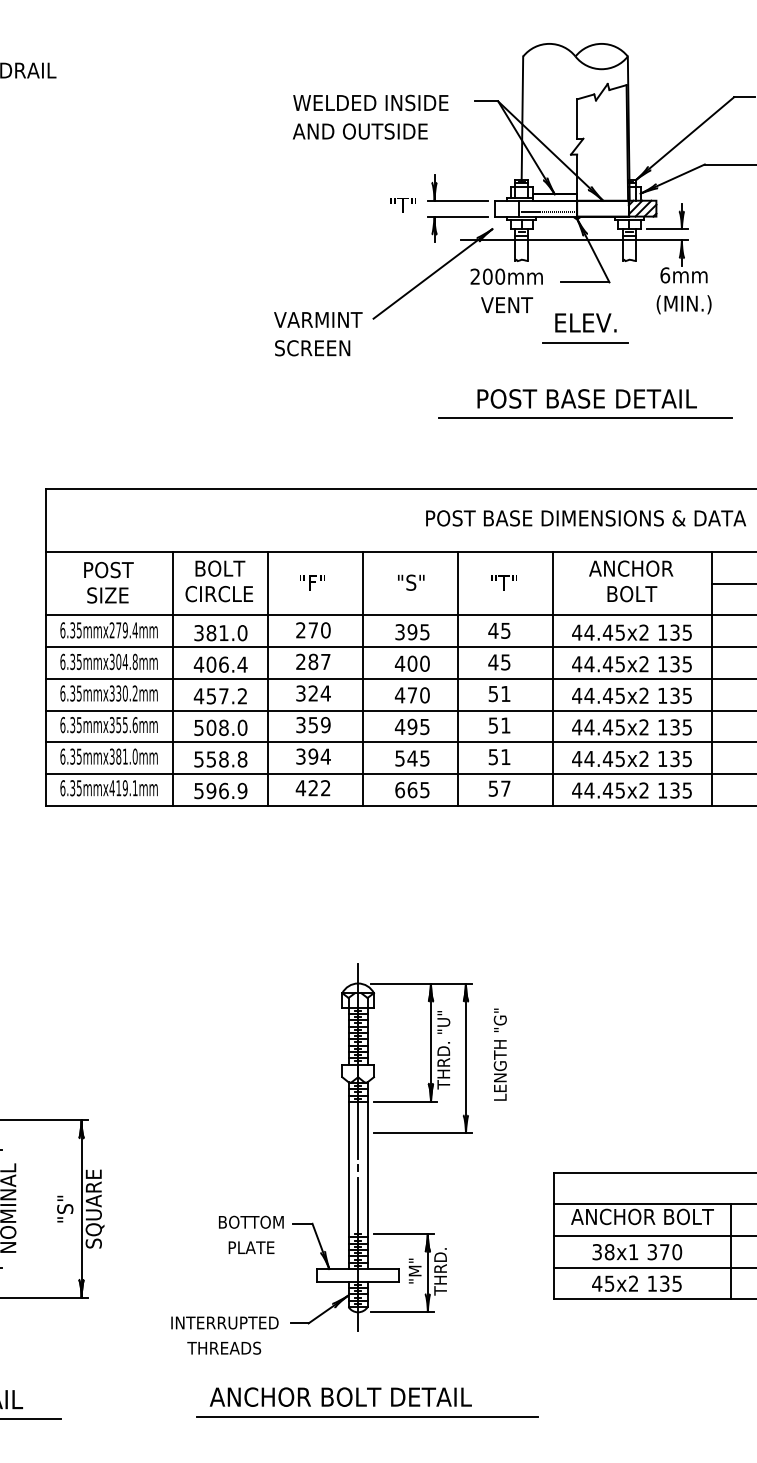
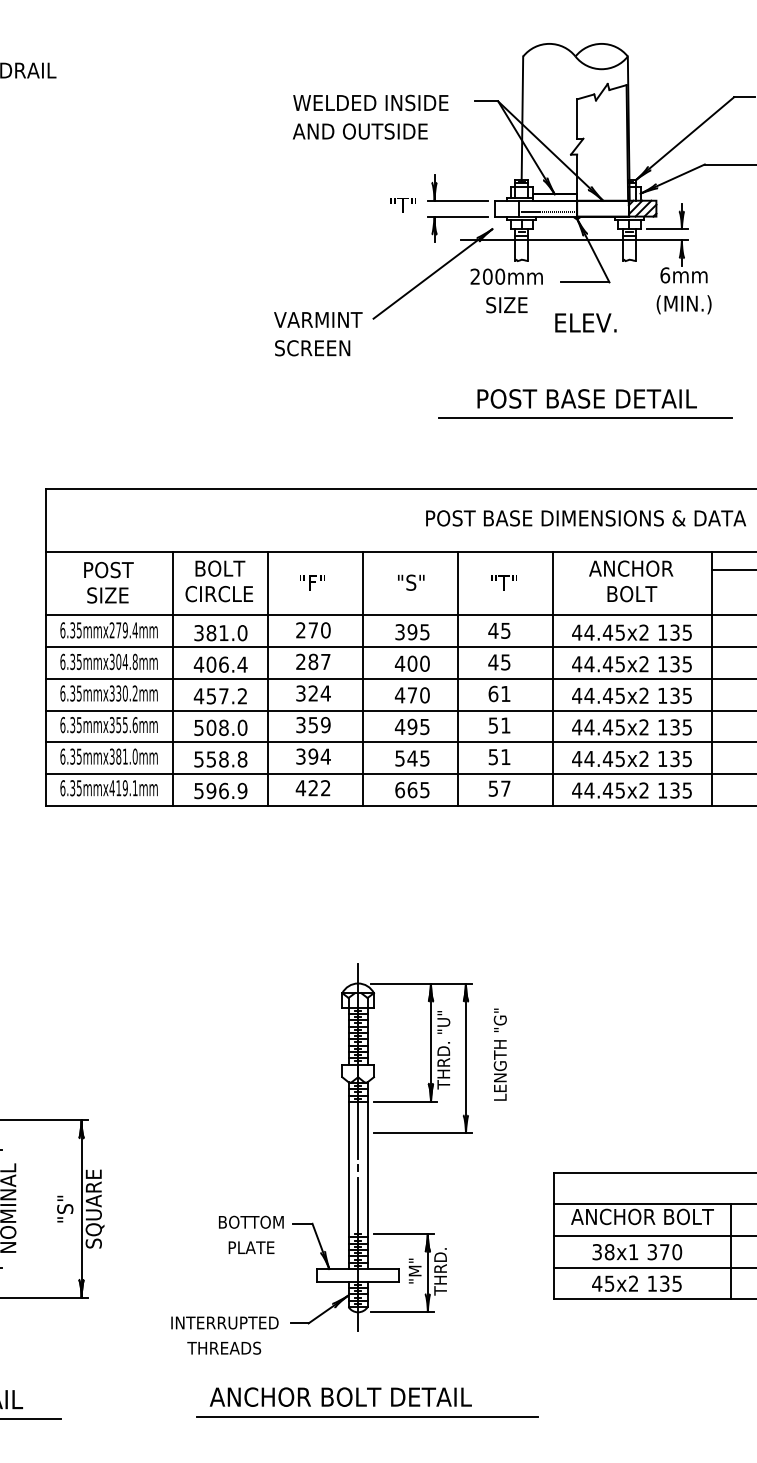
text at (507, 305): VENT -> SIZE
line at (585, 342): present -> none
line at (732, 583) position: (732, 583) -> (732, 569)
text at (493, 693): 51 -> 61
